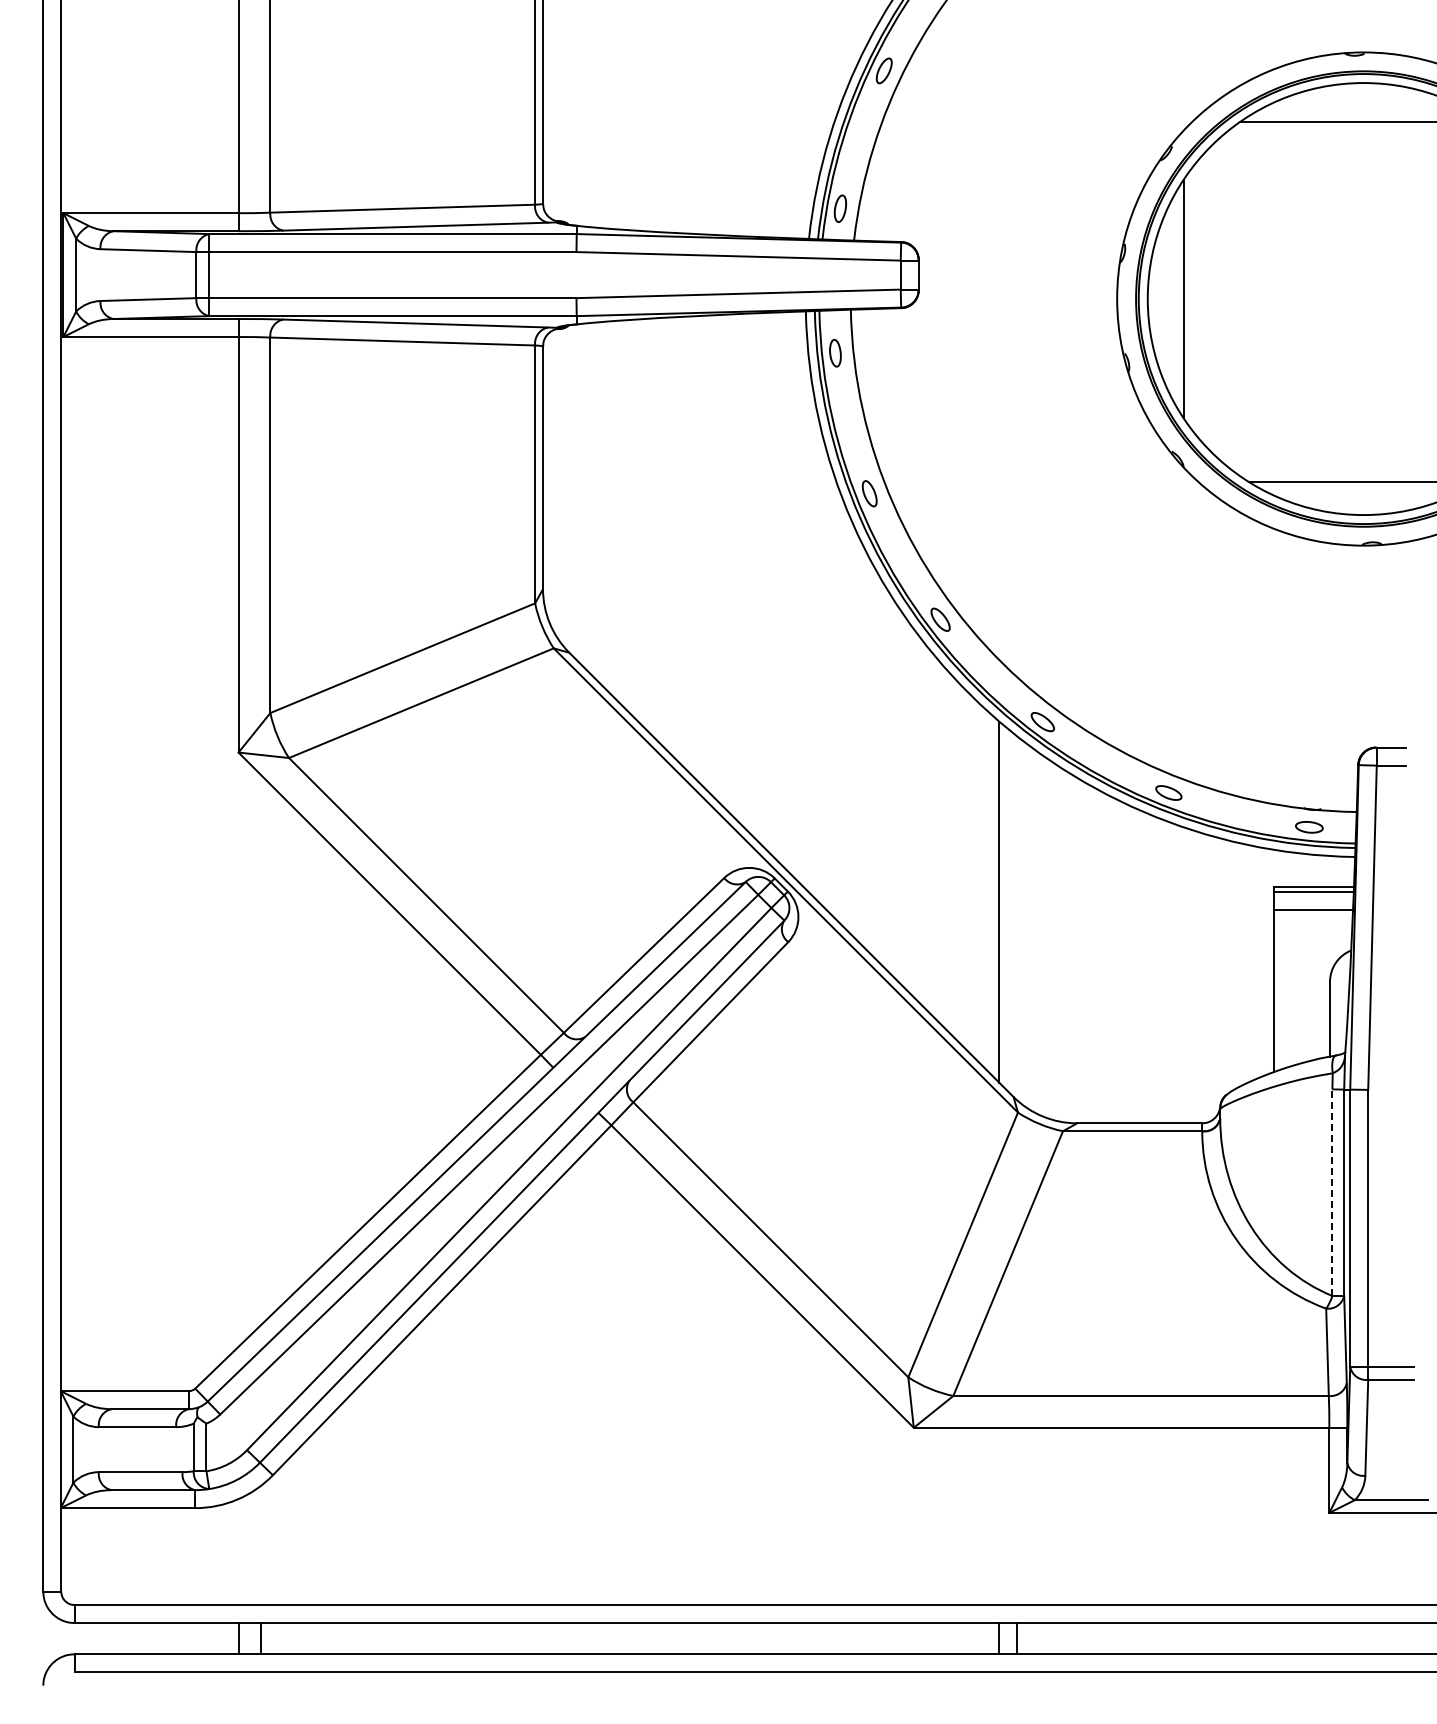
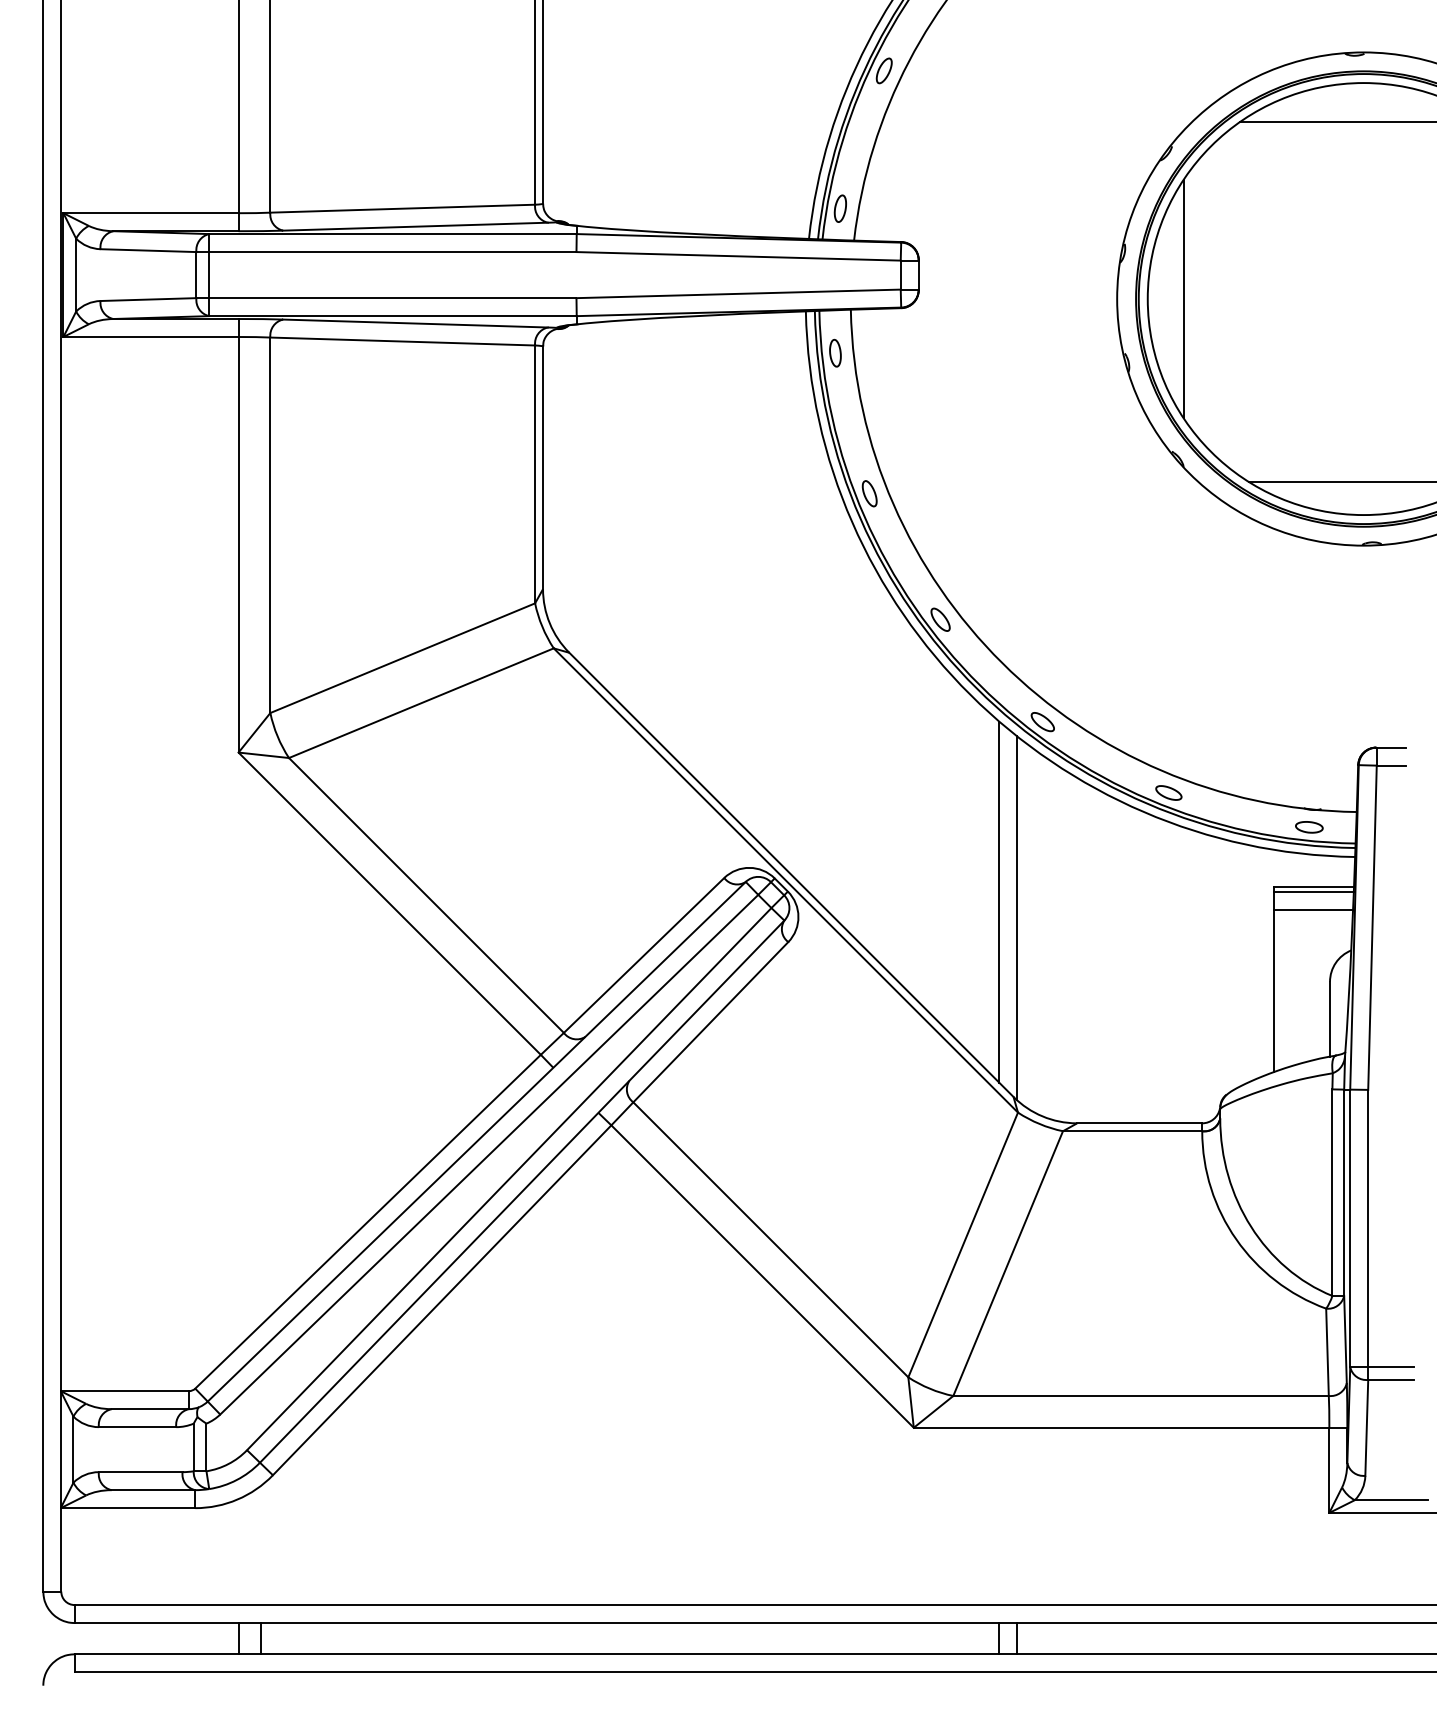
line at (1017, 918): none -> present
line at (1332, 1192): dashed -> solid
